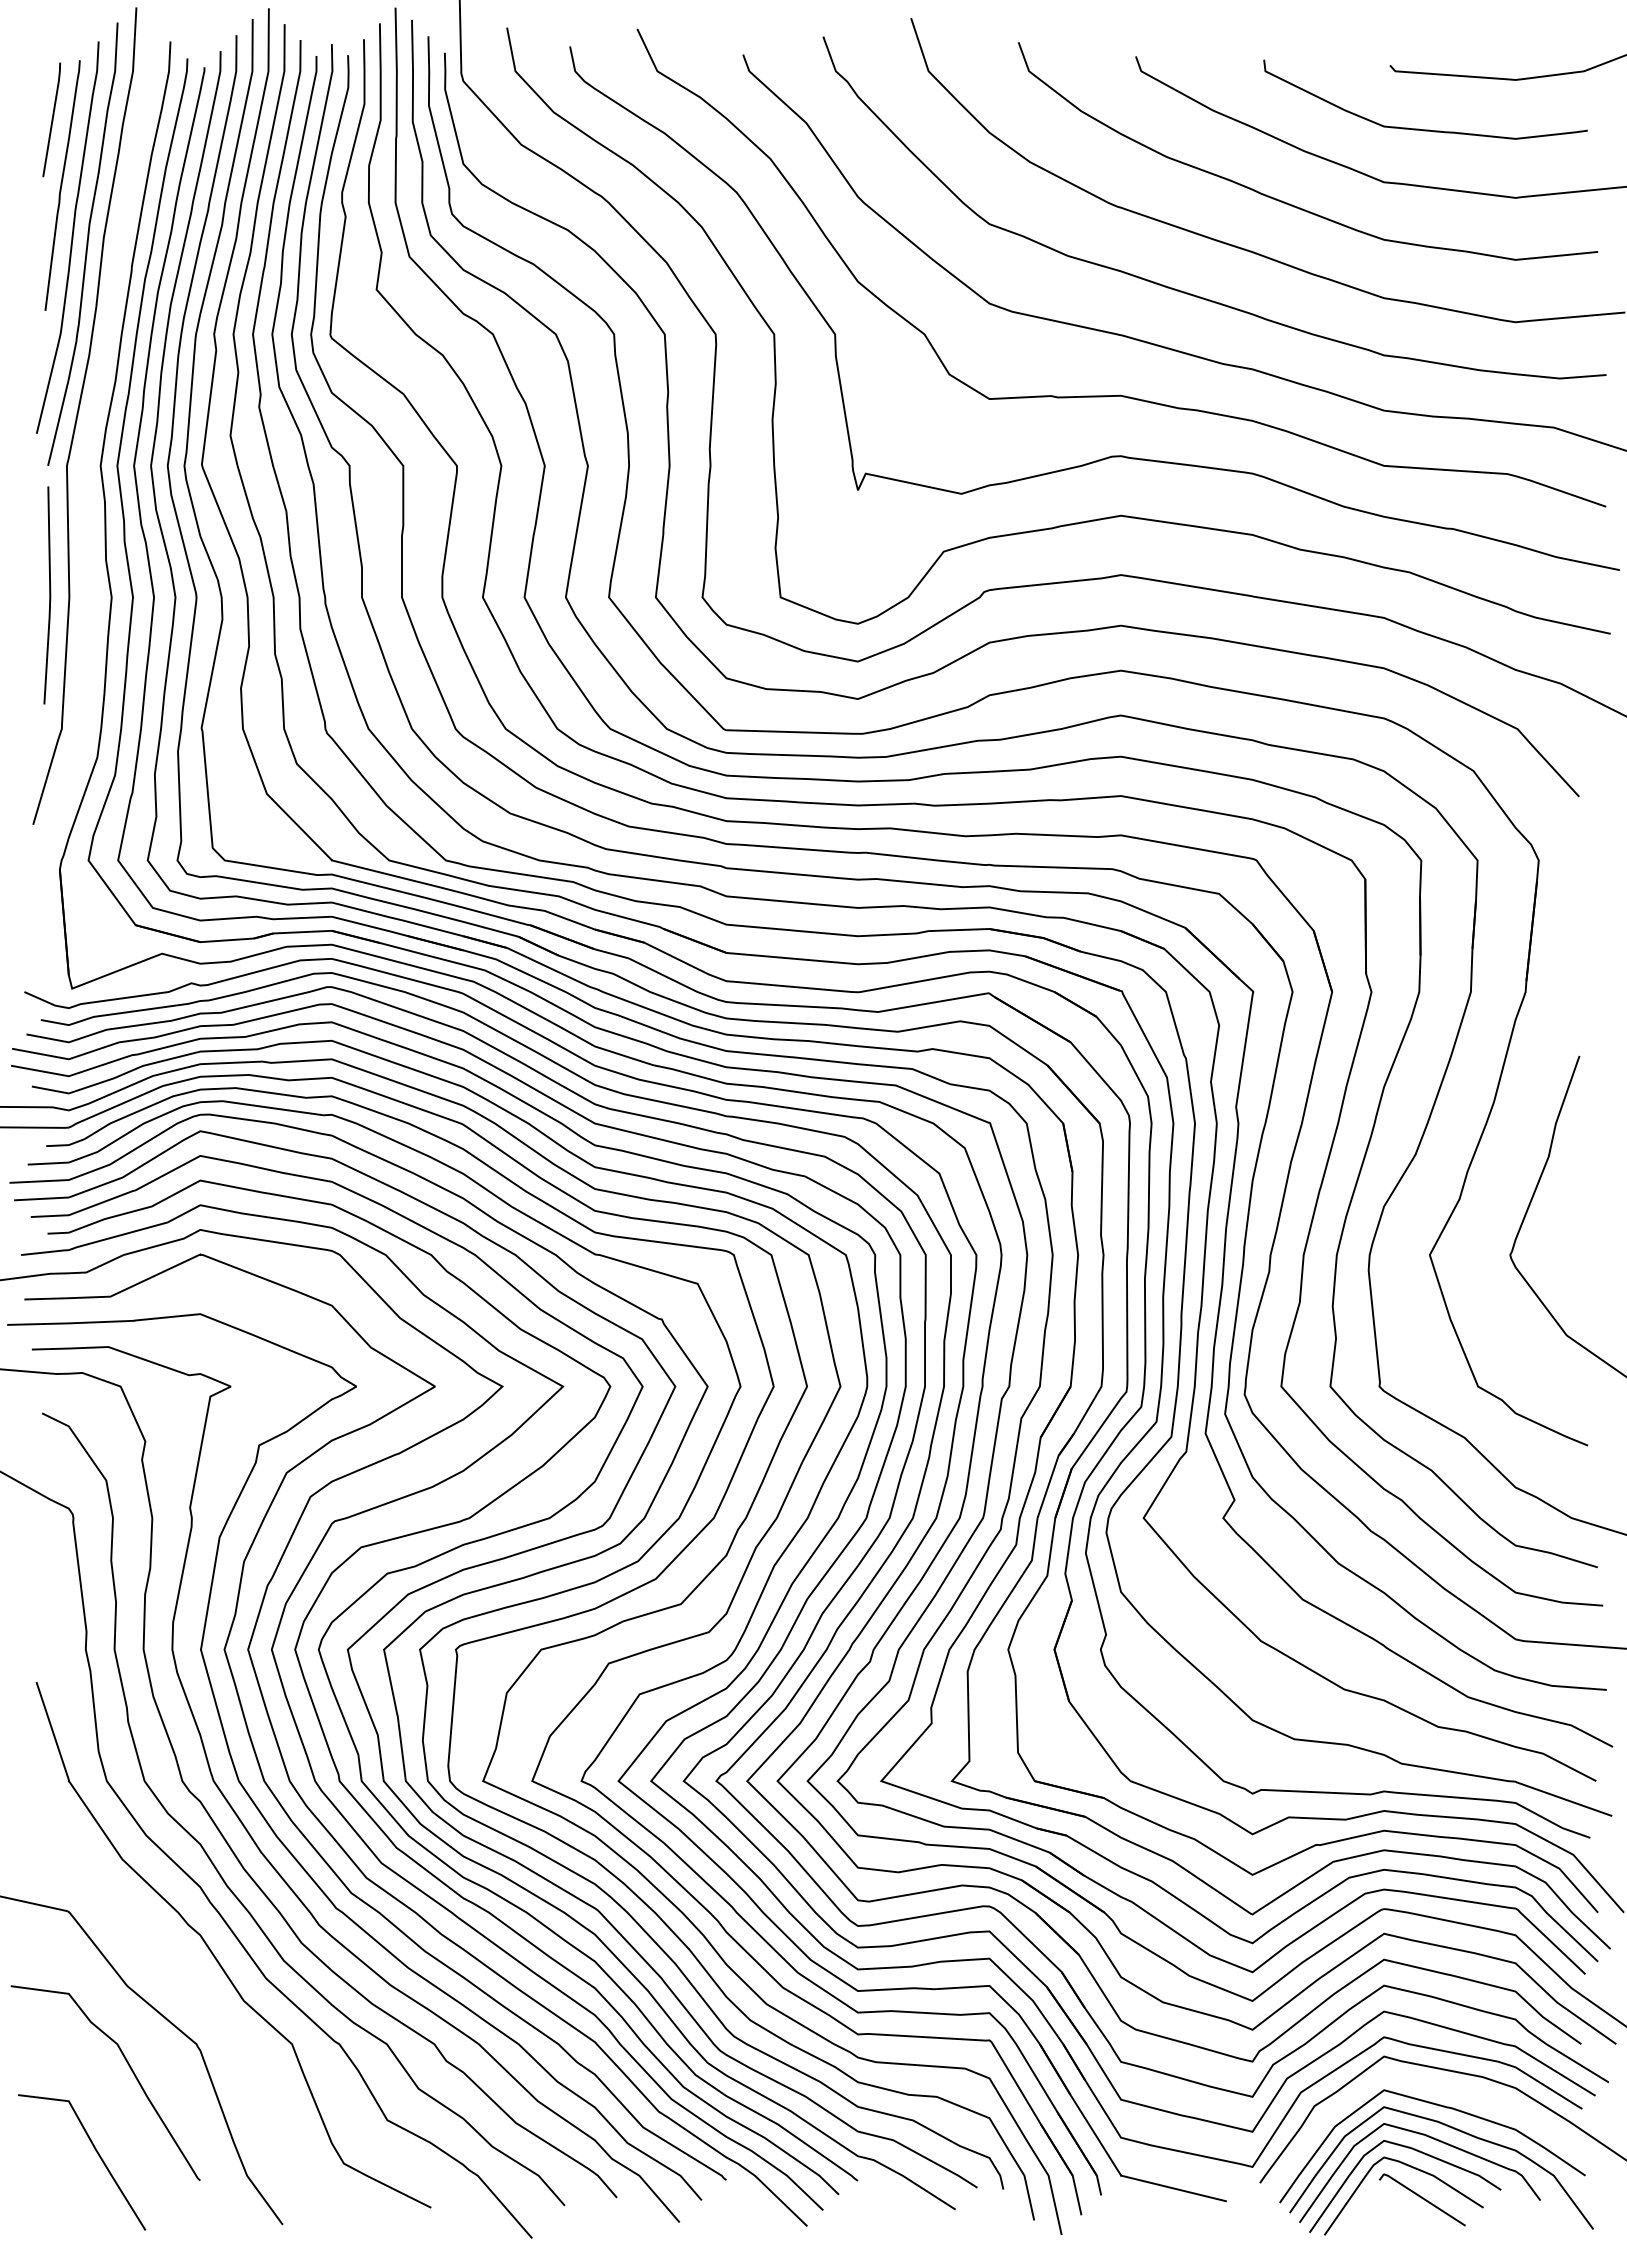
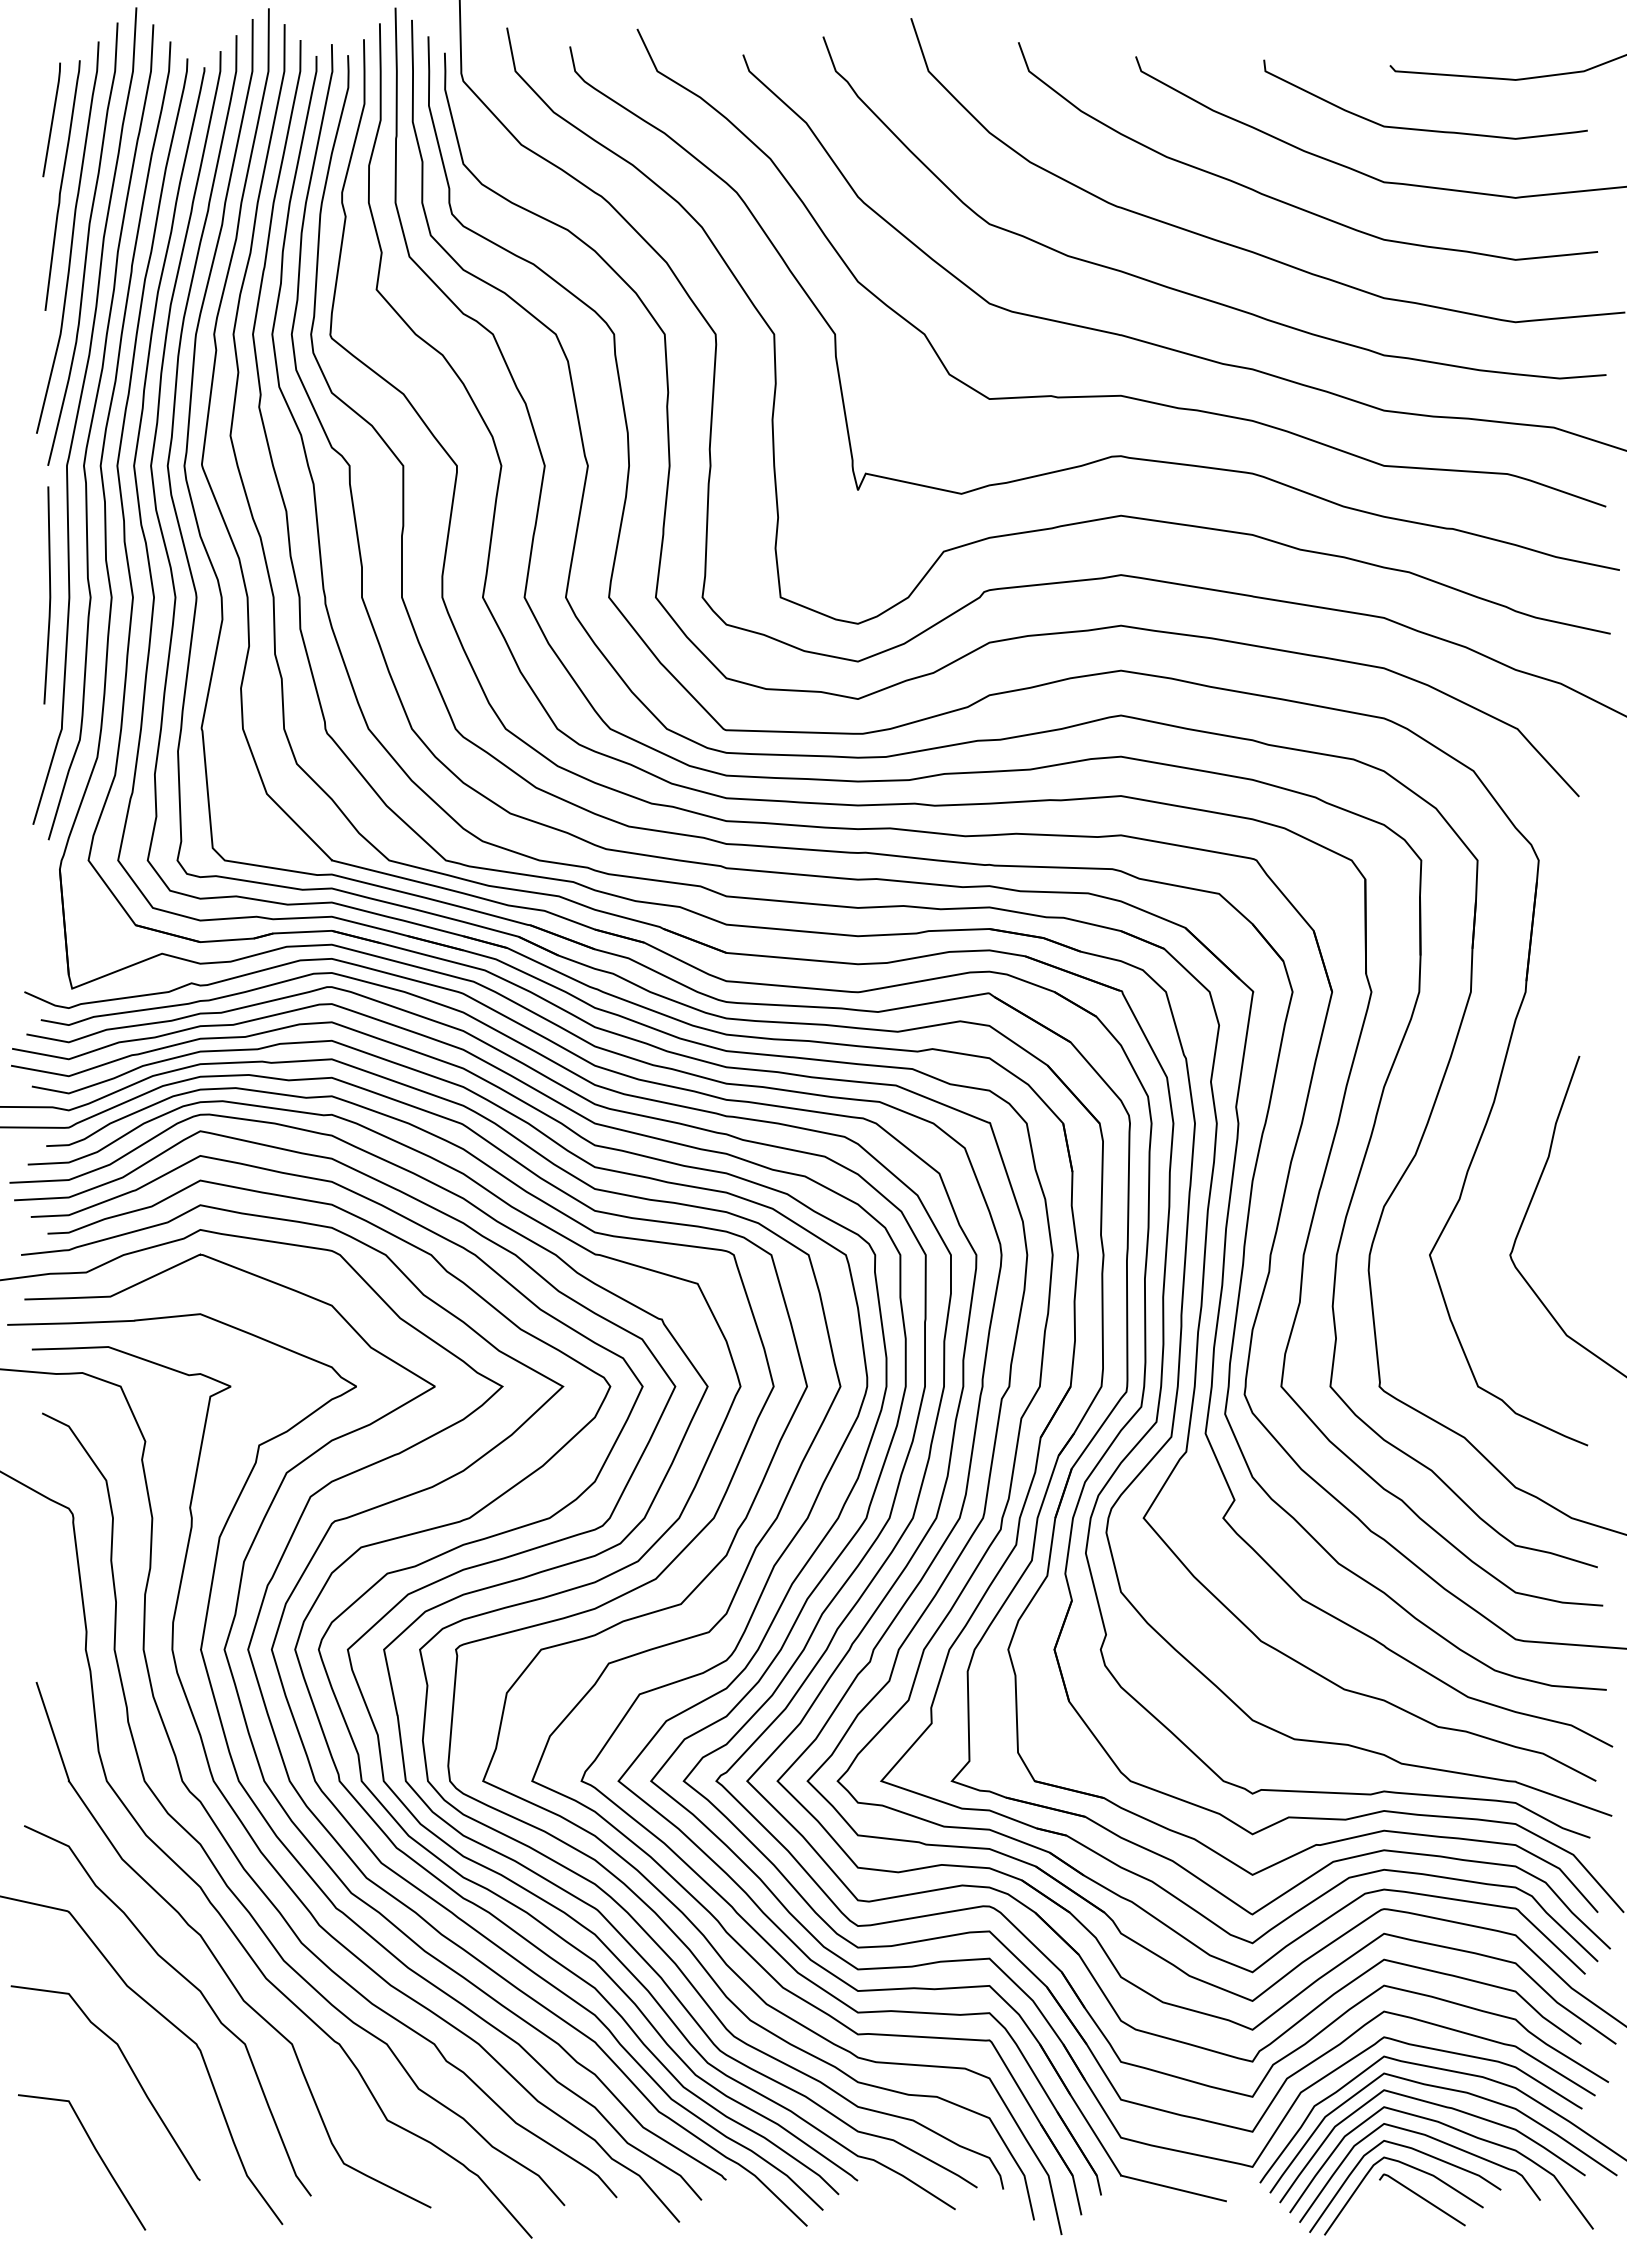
curve at (91, 429): none -> present
curve at (189, 1983): none -> present
curve at (1449, 2090): none -> present
